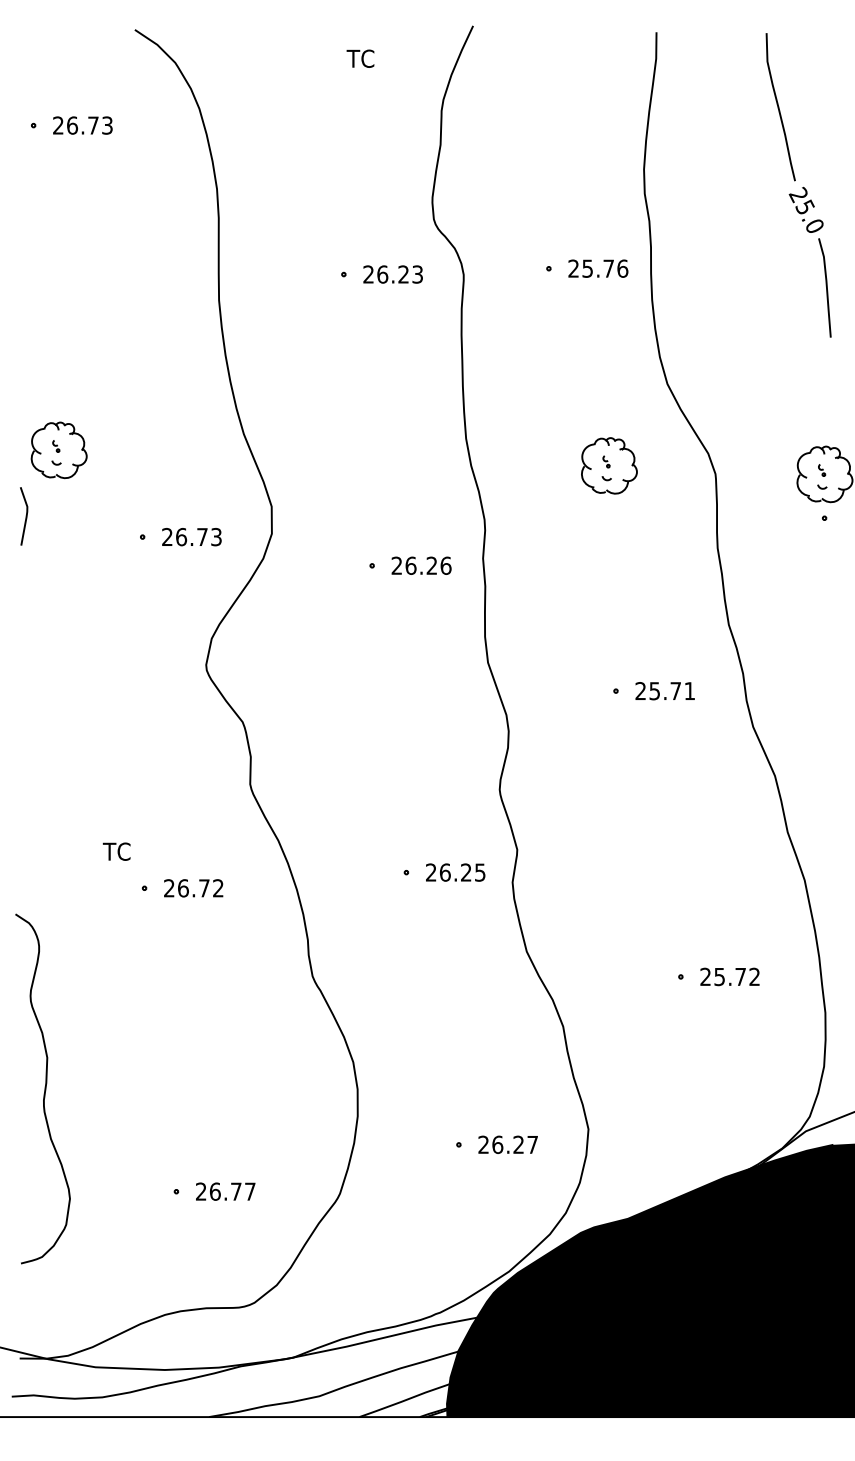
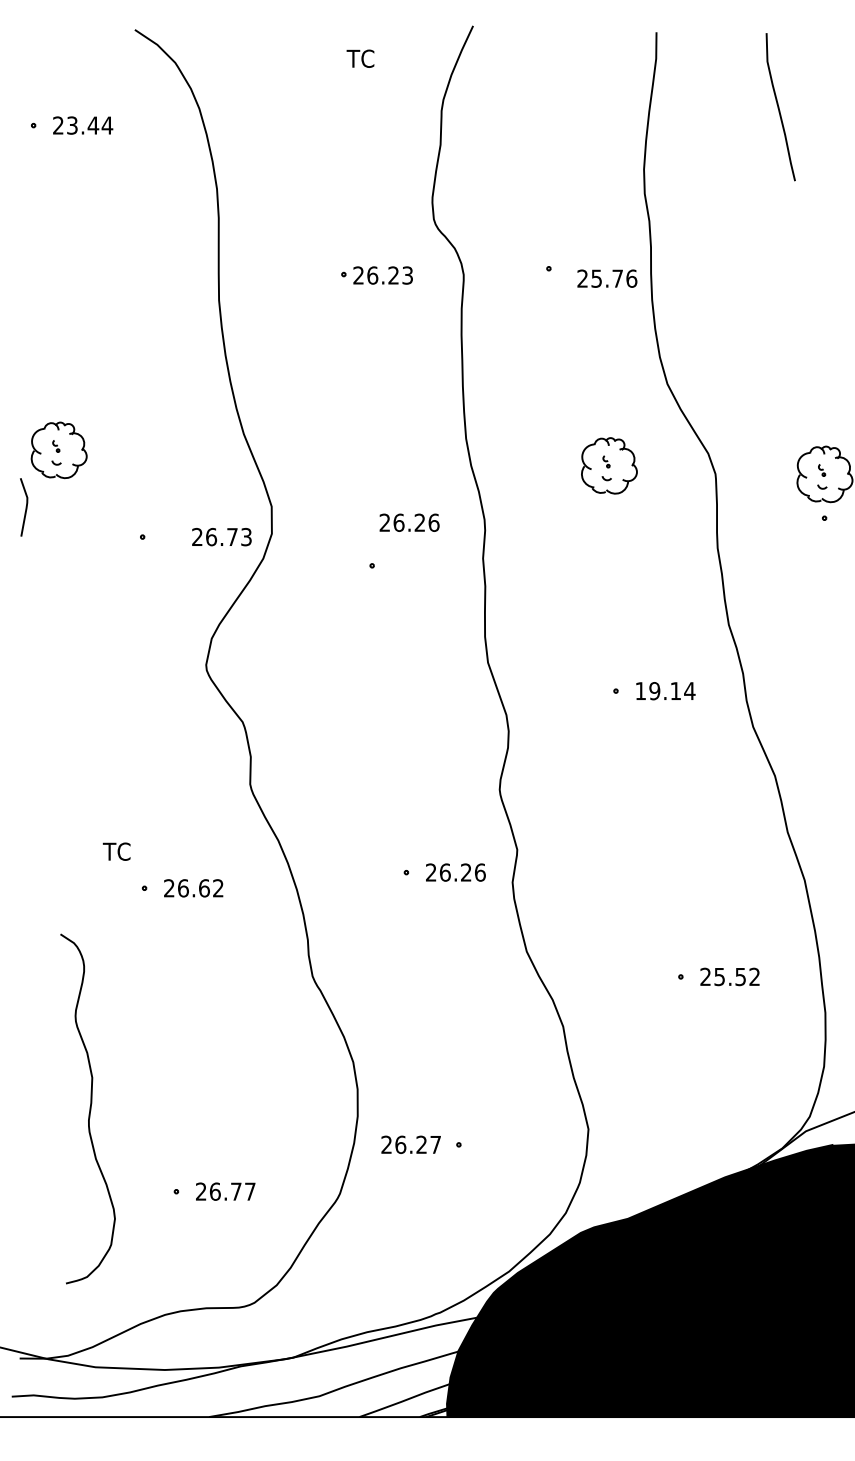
text at (90, 125): 26.73 -> 23.44
part at (822, 256): present -> none
text at (598, 268) position: (598, 268) -> (607, 278)
text at (392, 274) position: (392, 274) -> (382, 275)
line at (25, 516) position: (25, 516) -> (25, 507)
text at (191, 537) position: (191, 537) -> (221, 537)
text at (421, 565) position: (421, 565) -> (409, 522)
text at (665, 691): 25.71 -> 19.14
text at (480, 872): 26.25 -> 26.26
text at (204, 888): 26.72 -> 26.62
text at (740, 977): 25.72 -> 25.52
curve at (44, 1088) position: (44, 1088) -> (89, 1108)
text at (507, 1144) position: (507, 1144) -> (410, 1144)
